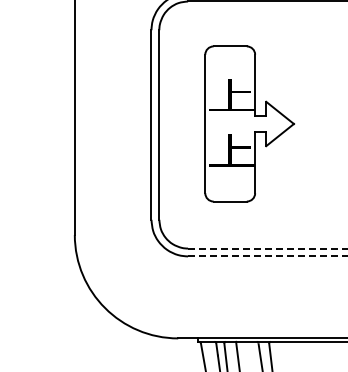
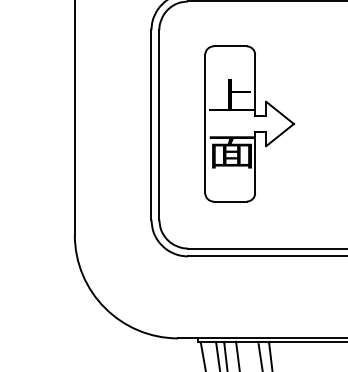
text at (231, 151): 上 -> 面
line at (268, 248): dashed -> solid
line at (268, 256): dashed -> solid
